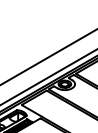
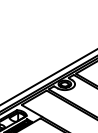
line at (48, 56): present -> none
